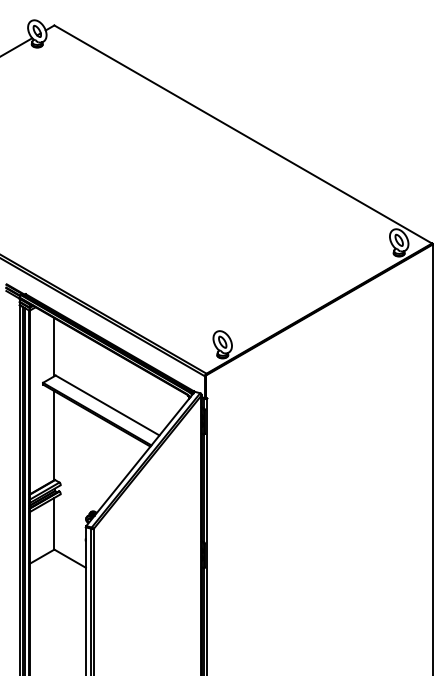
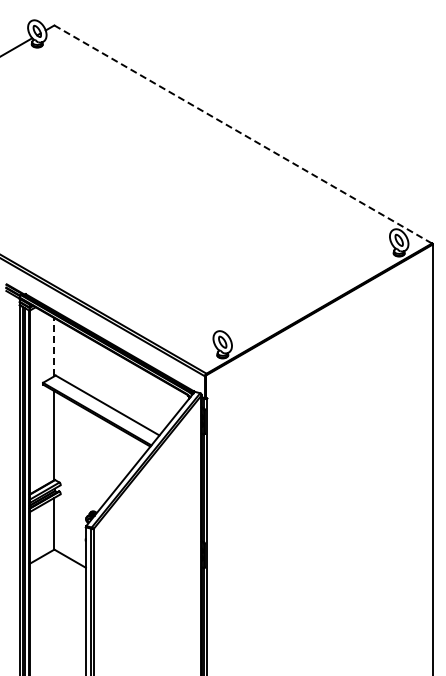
line at (243, 134): solid -> dashed
line at (54, 346): solid -> dashed
